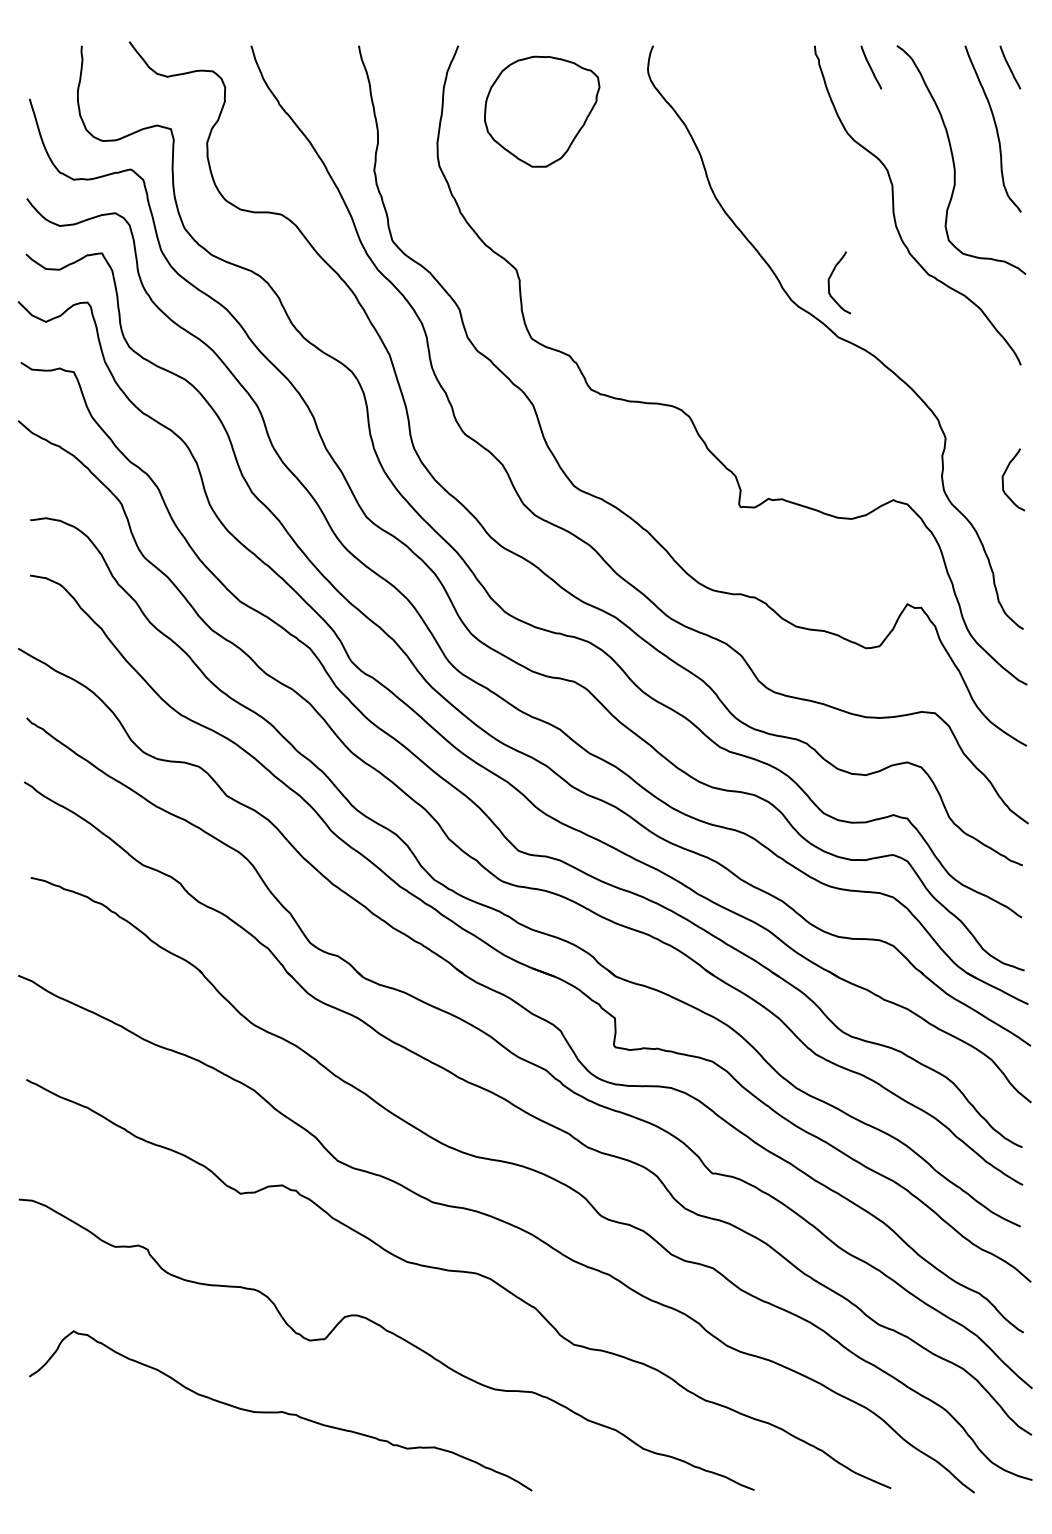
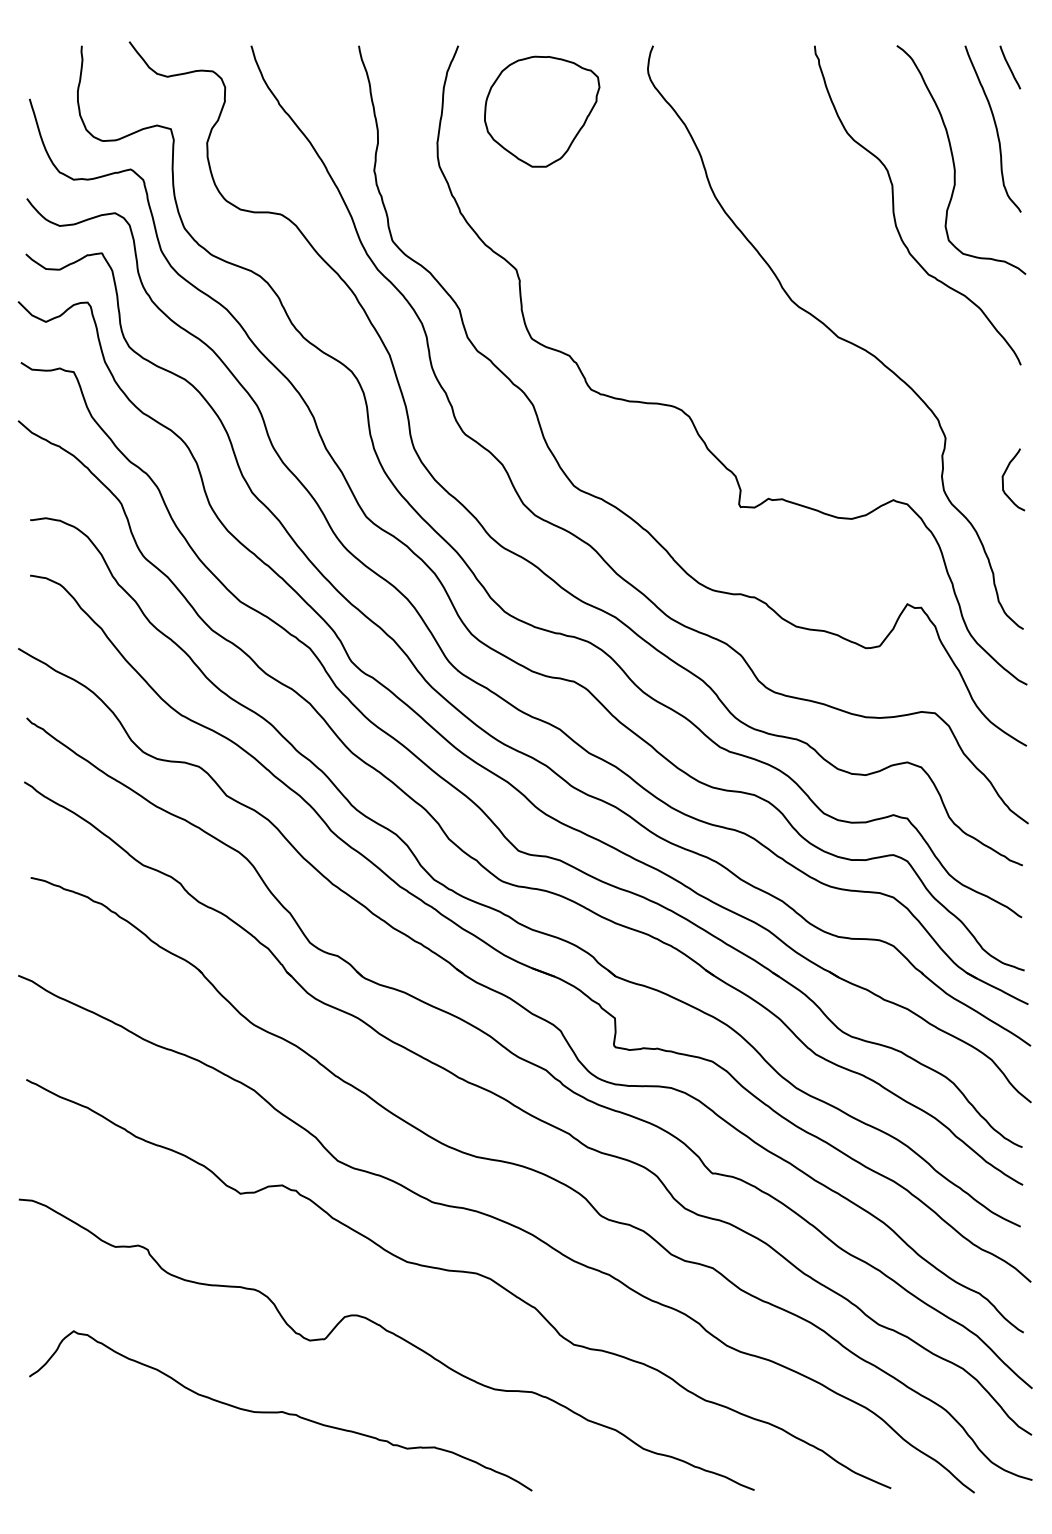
line at (871, 67): present -> none
curve at (830, 278): present -> none
